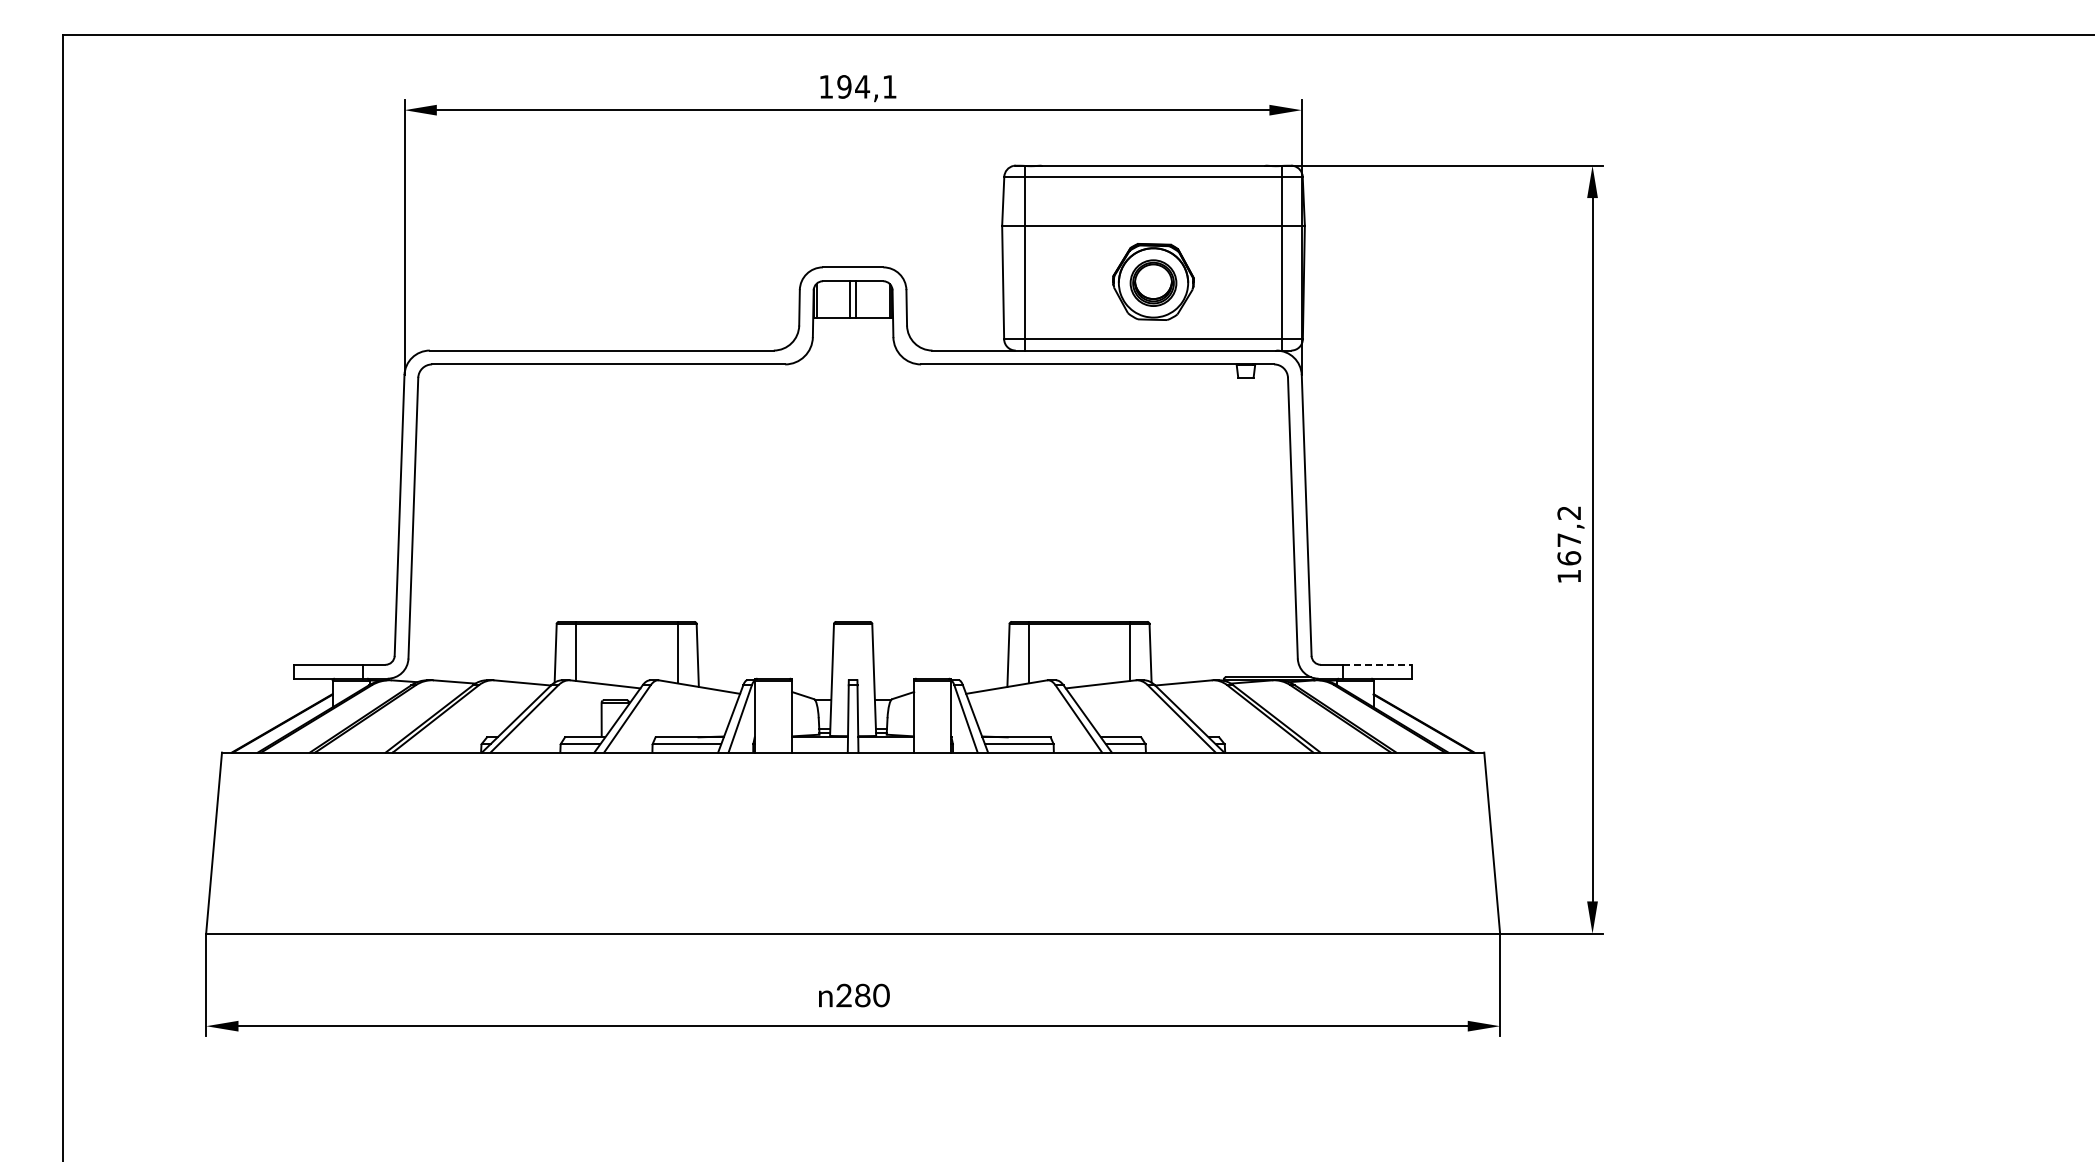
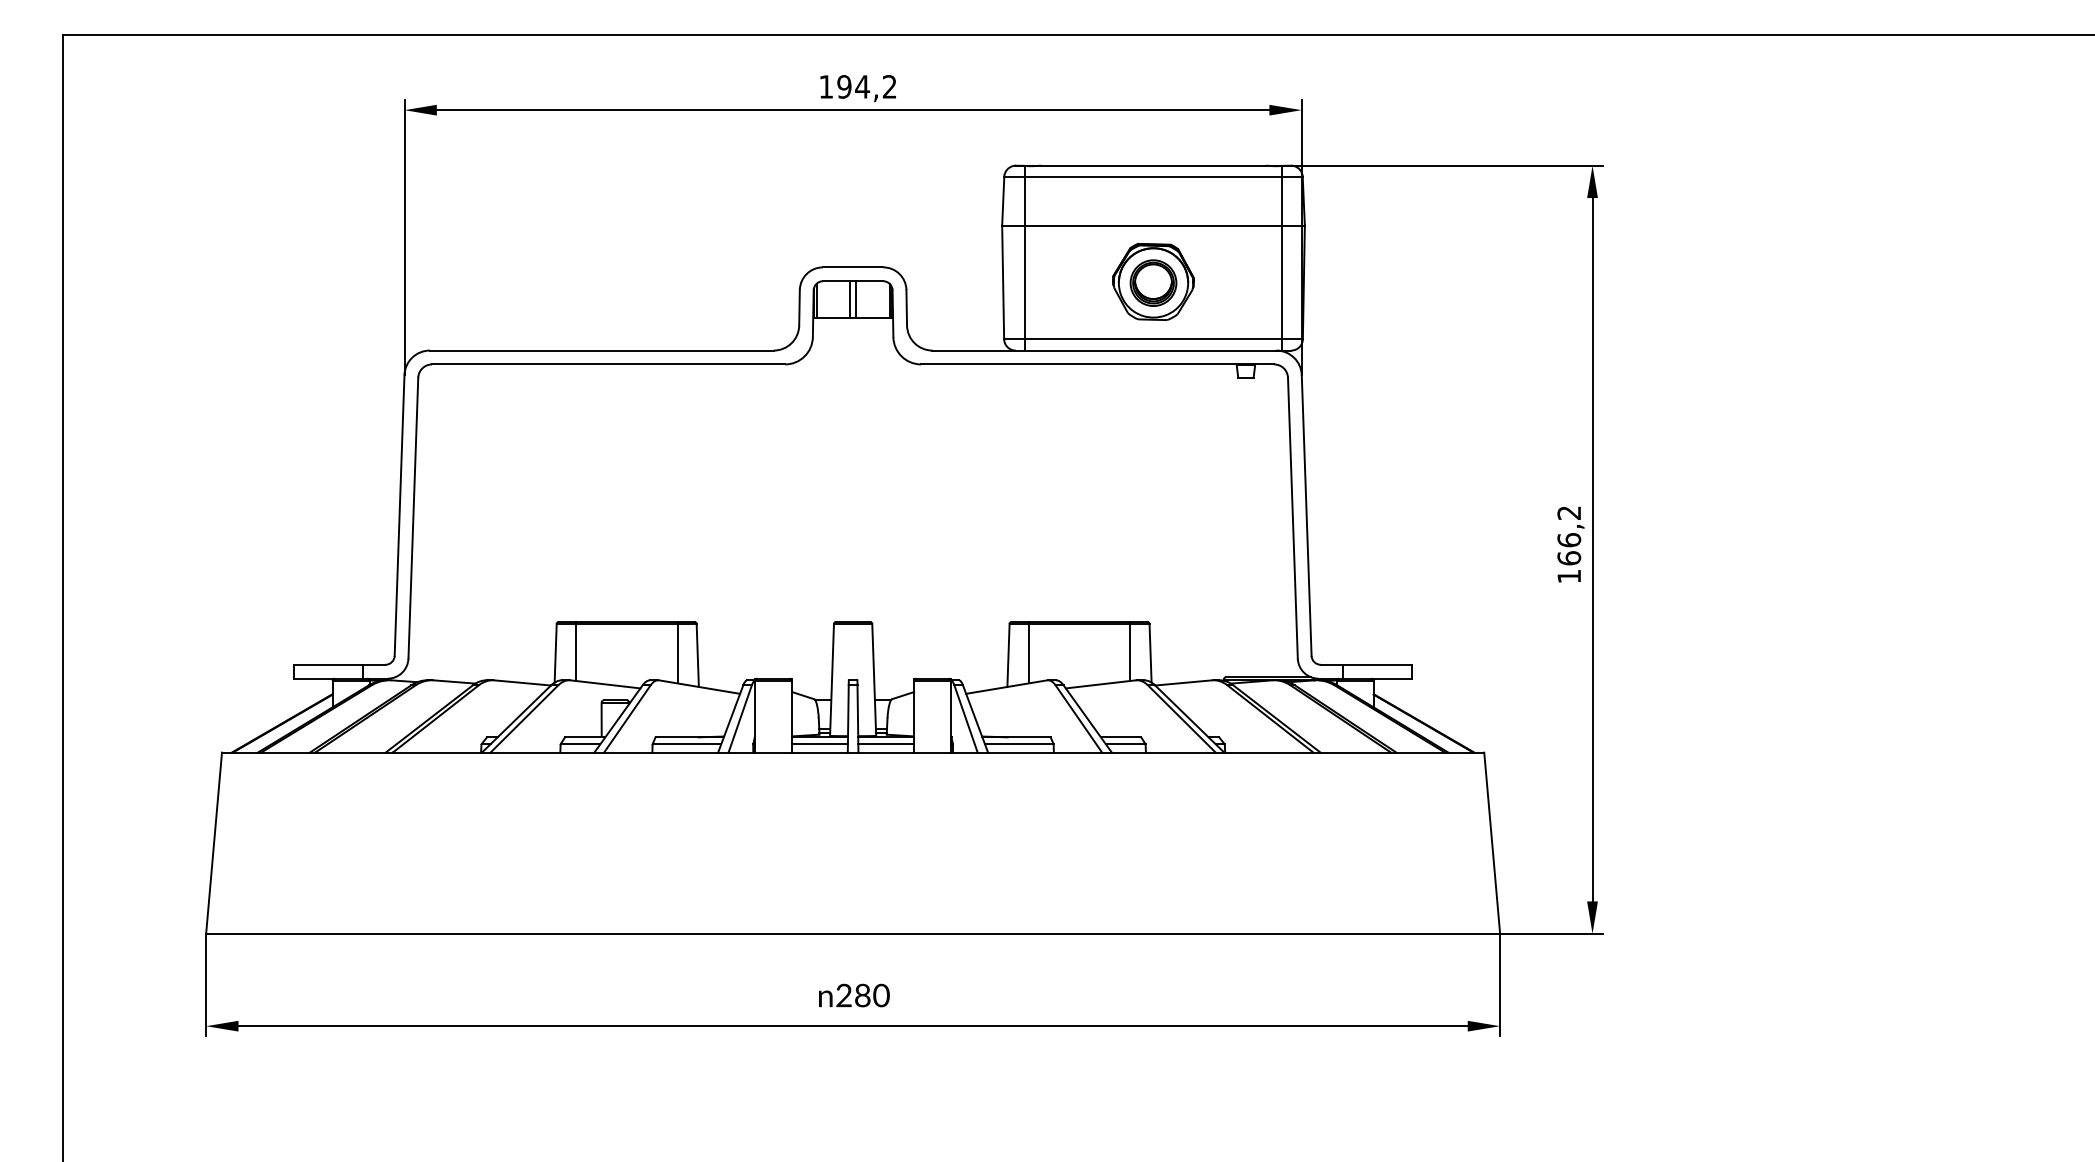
text at (889, 86): 194,1 -> 194,2
text at (1569, 540): 167,2 -> 166,2
line at (1377, 664): dashed -> solid
line at (819, 744): none -> present
line at (886, 744): none -> present
